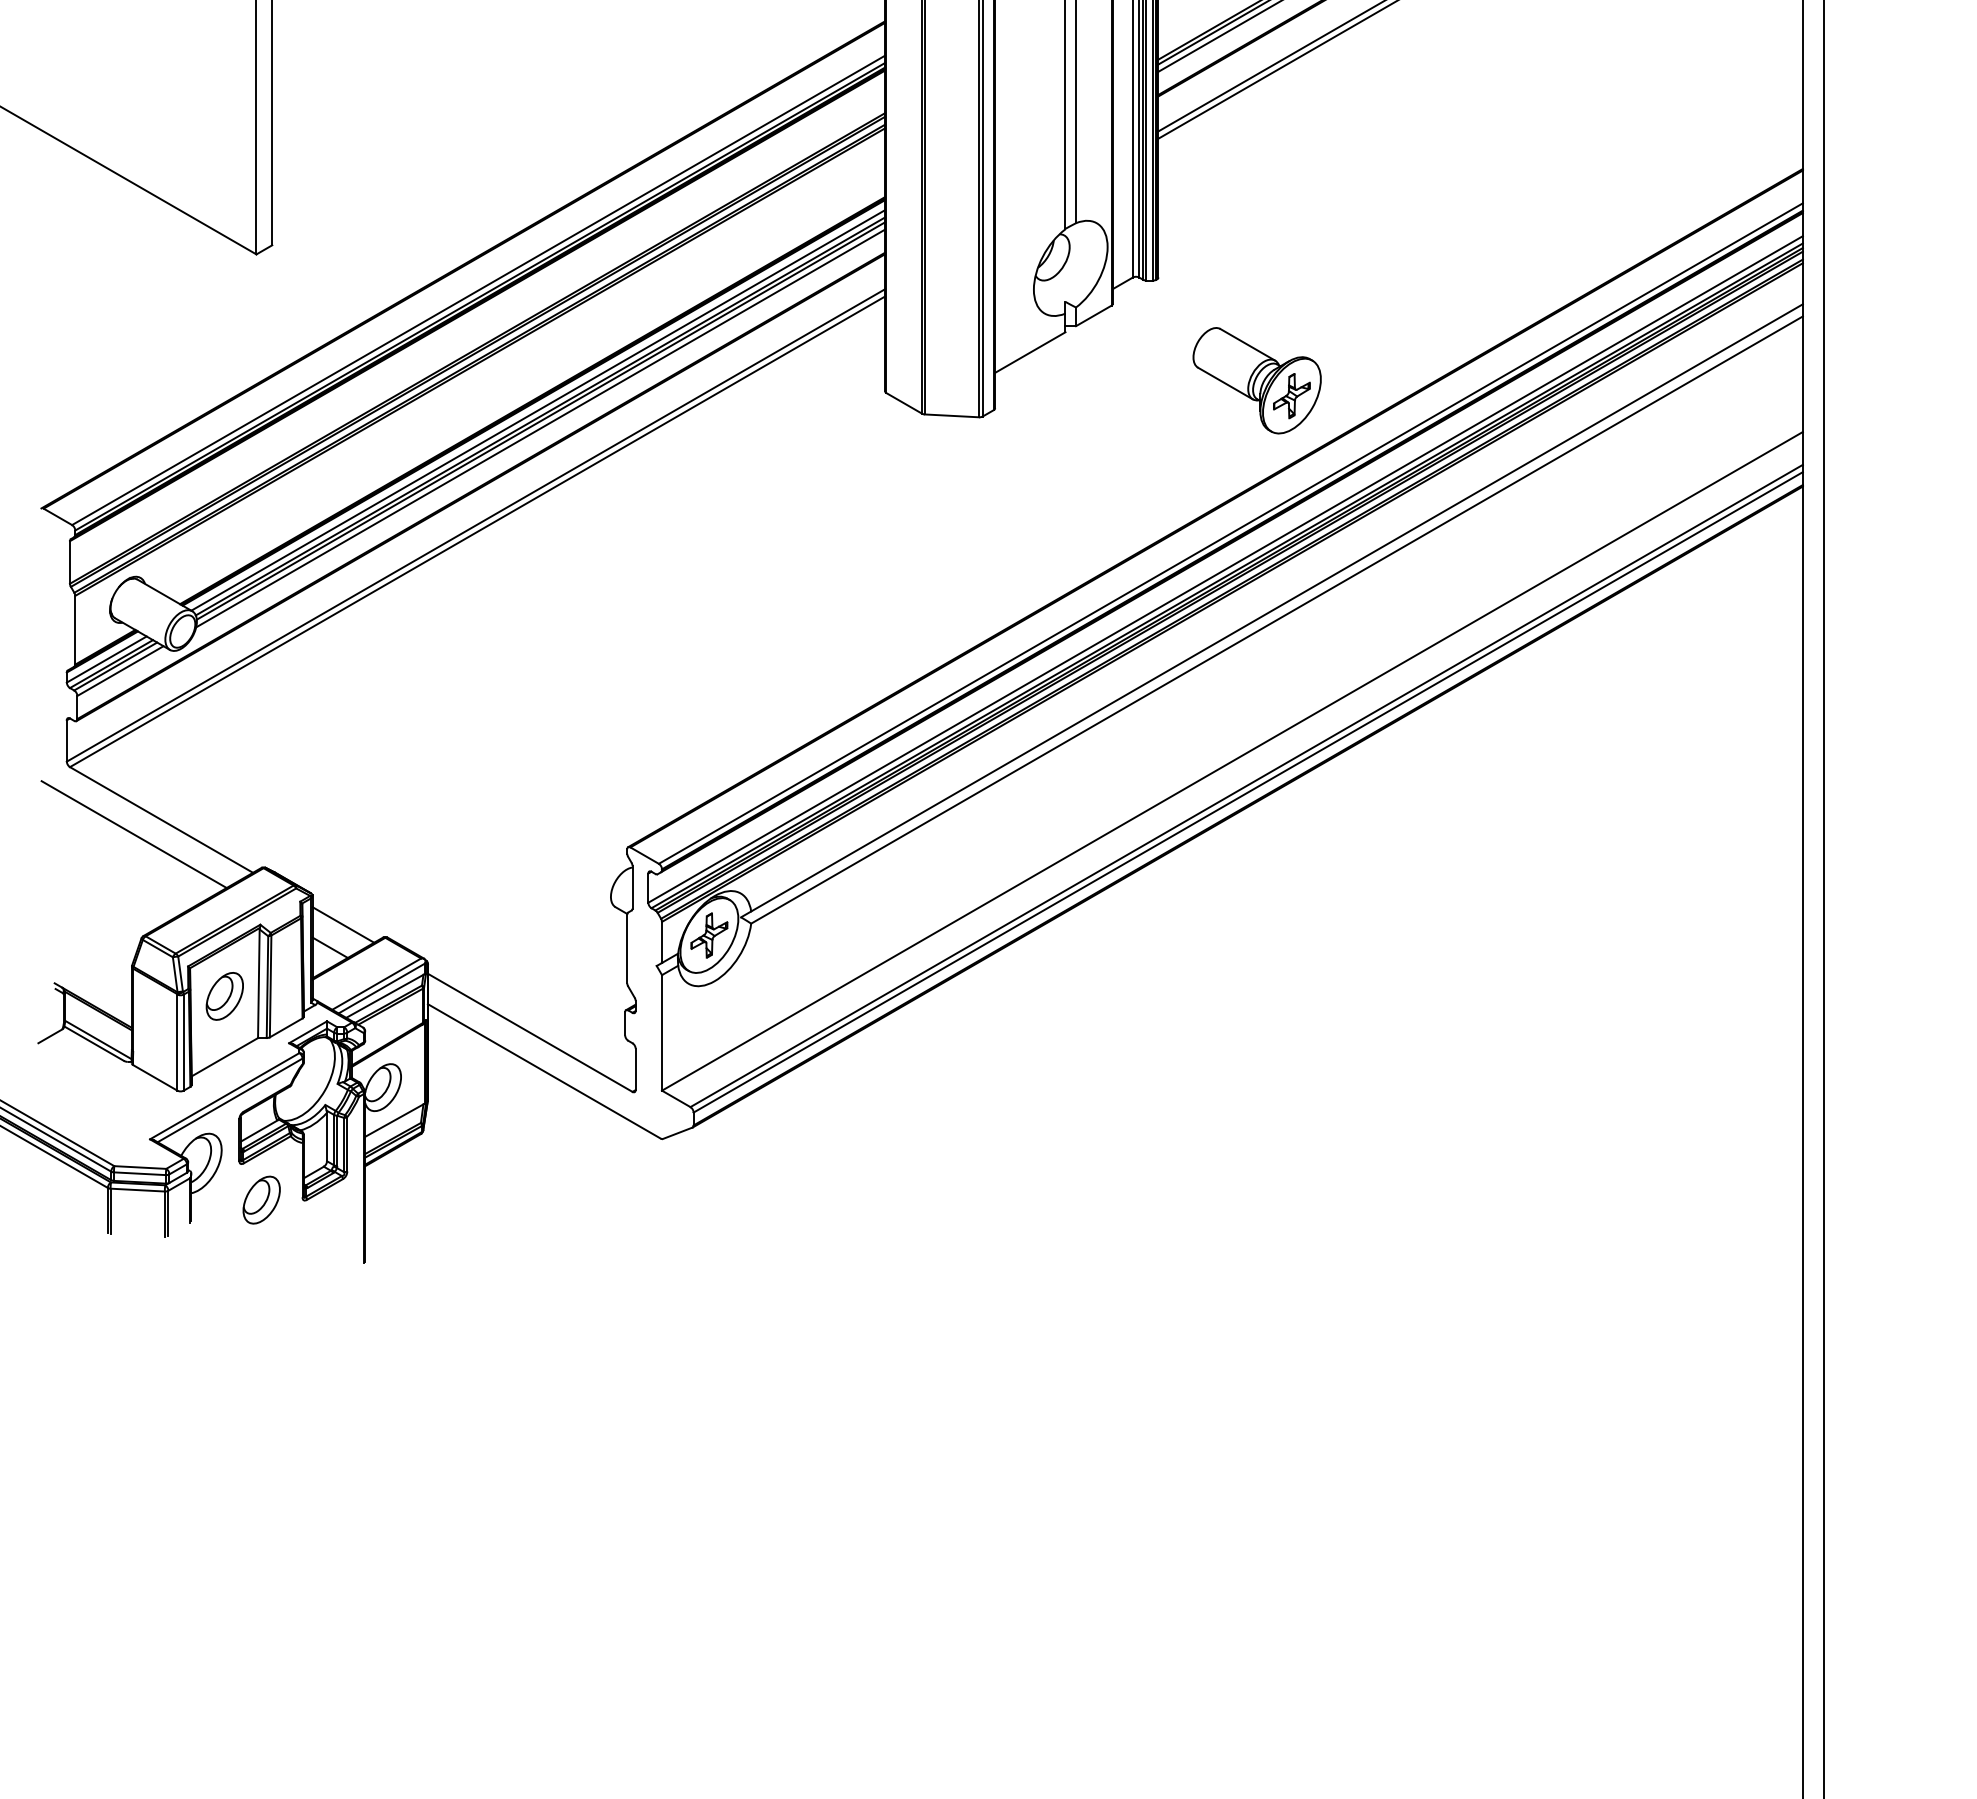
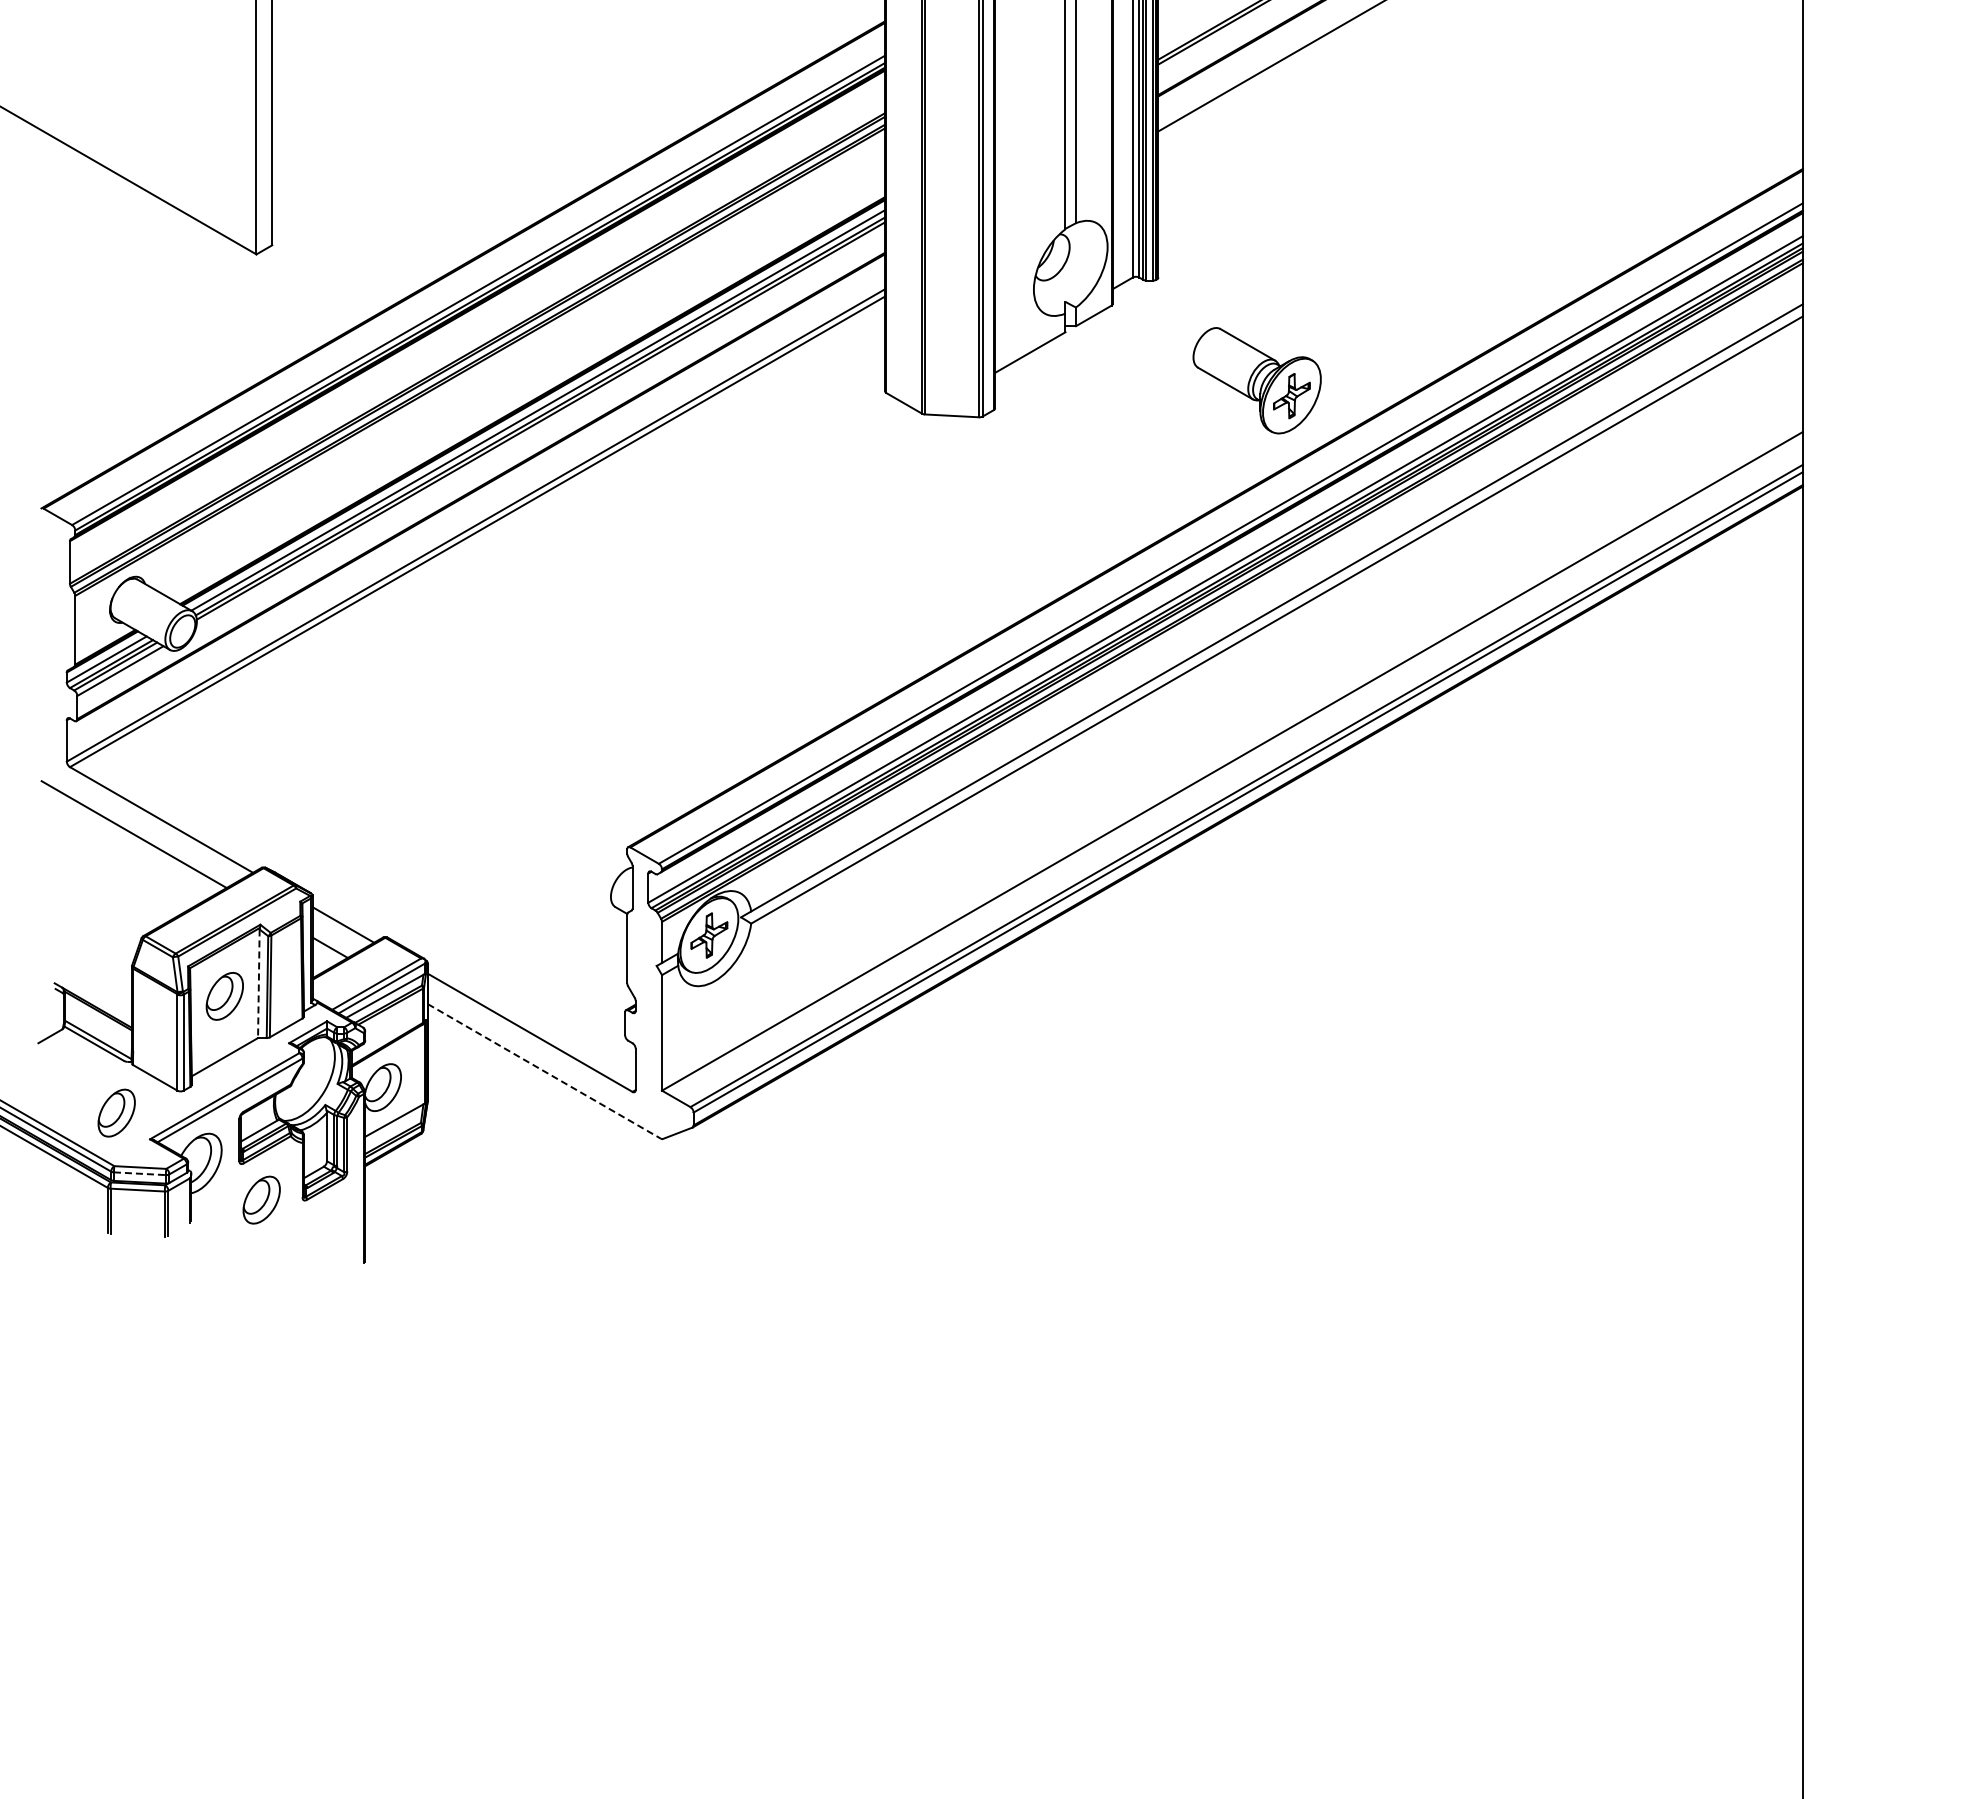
line at (1218, 36): present -> none
line at (1276, 70): present -> none
line at (540, 428): present -> none
line at (1823, 898): present -> none
line at (258, 984): solid -> dashed
line at (544, 1071): solid -> dashed
part at (116, 1112): none -> present
line at (140, 1173): solid -> dashed
